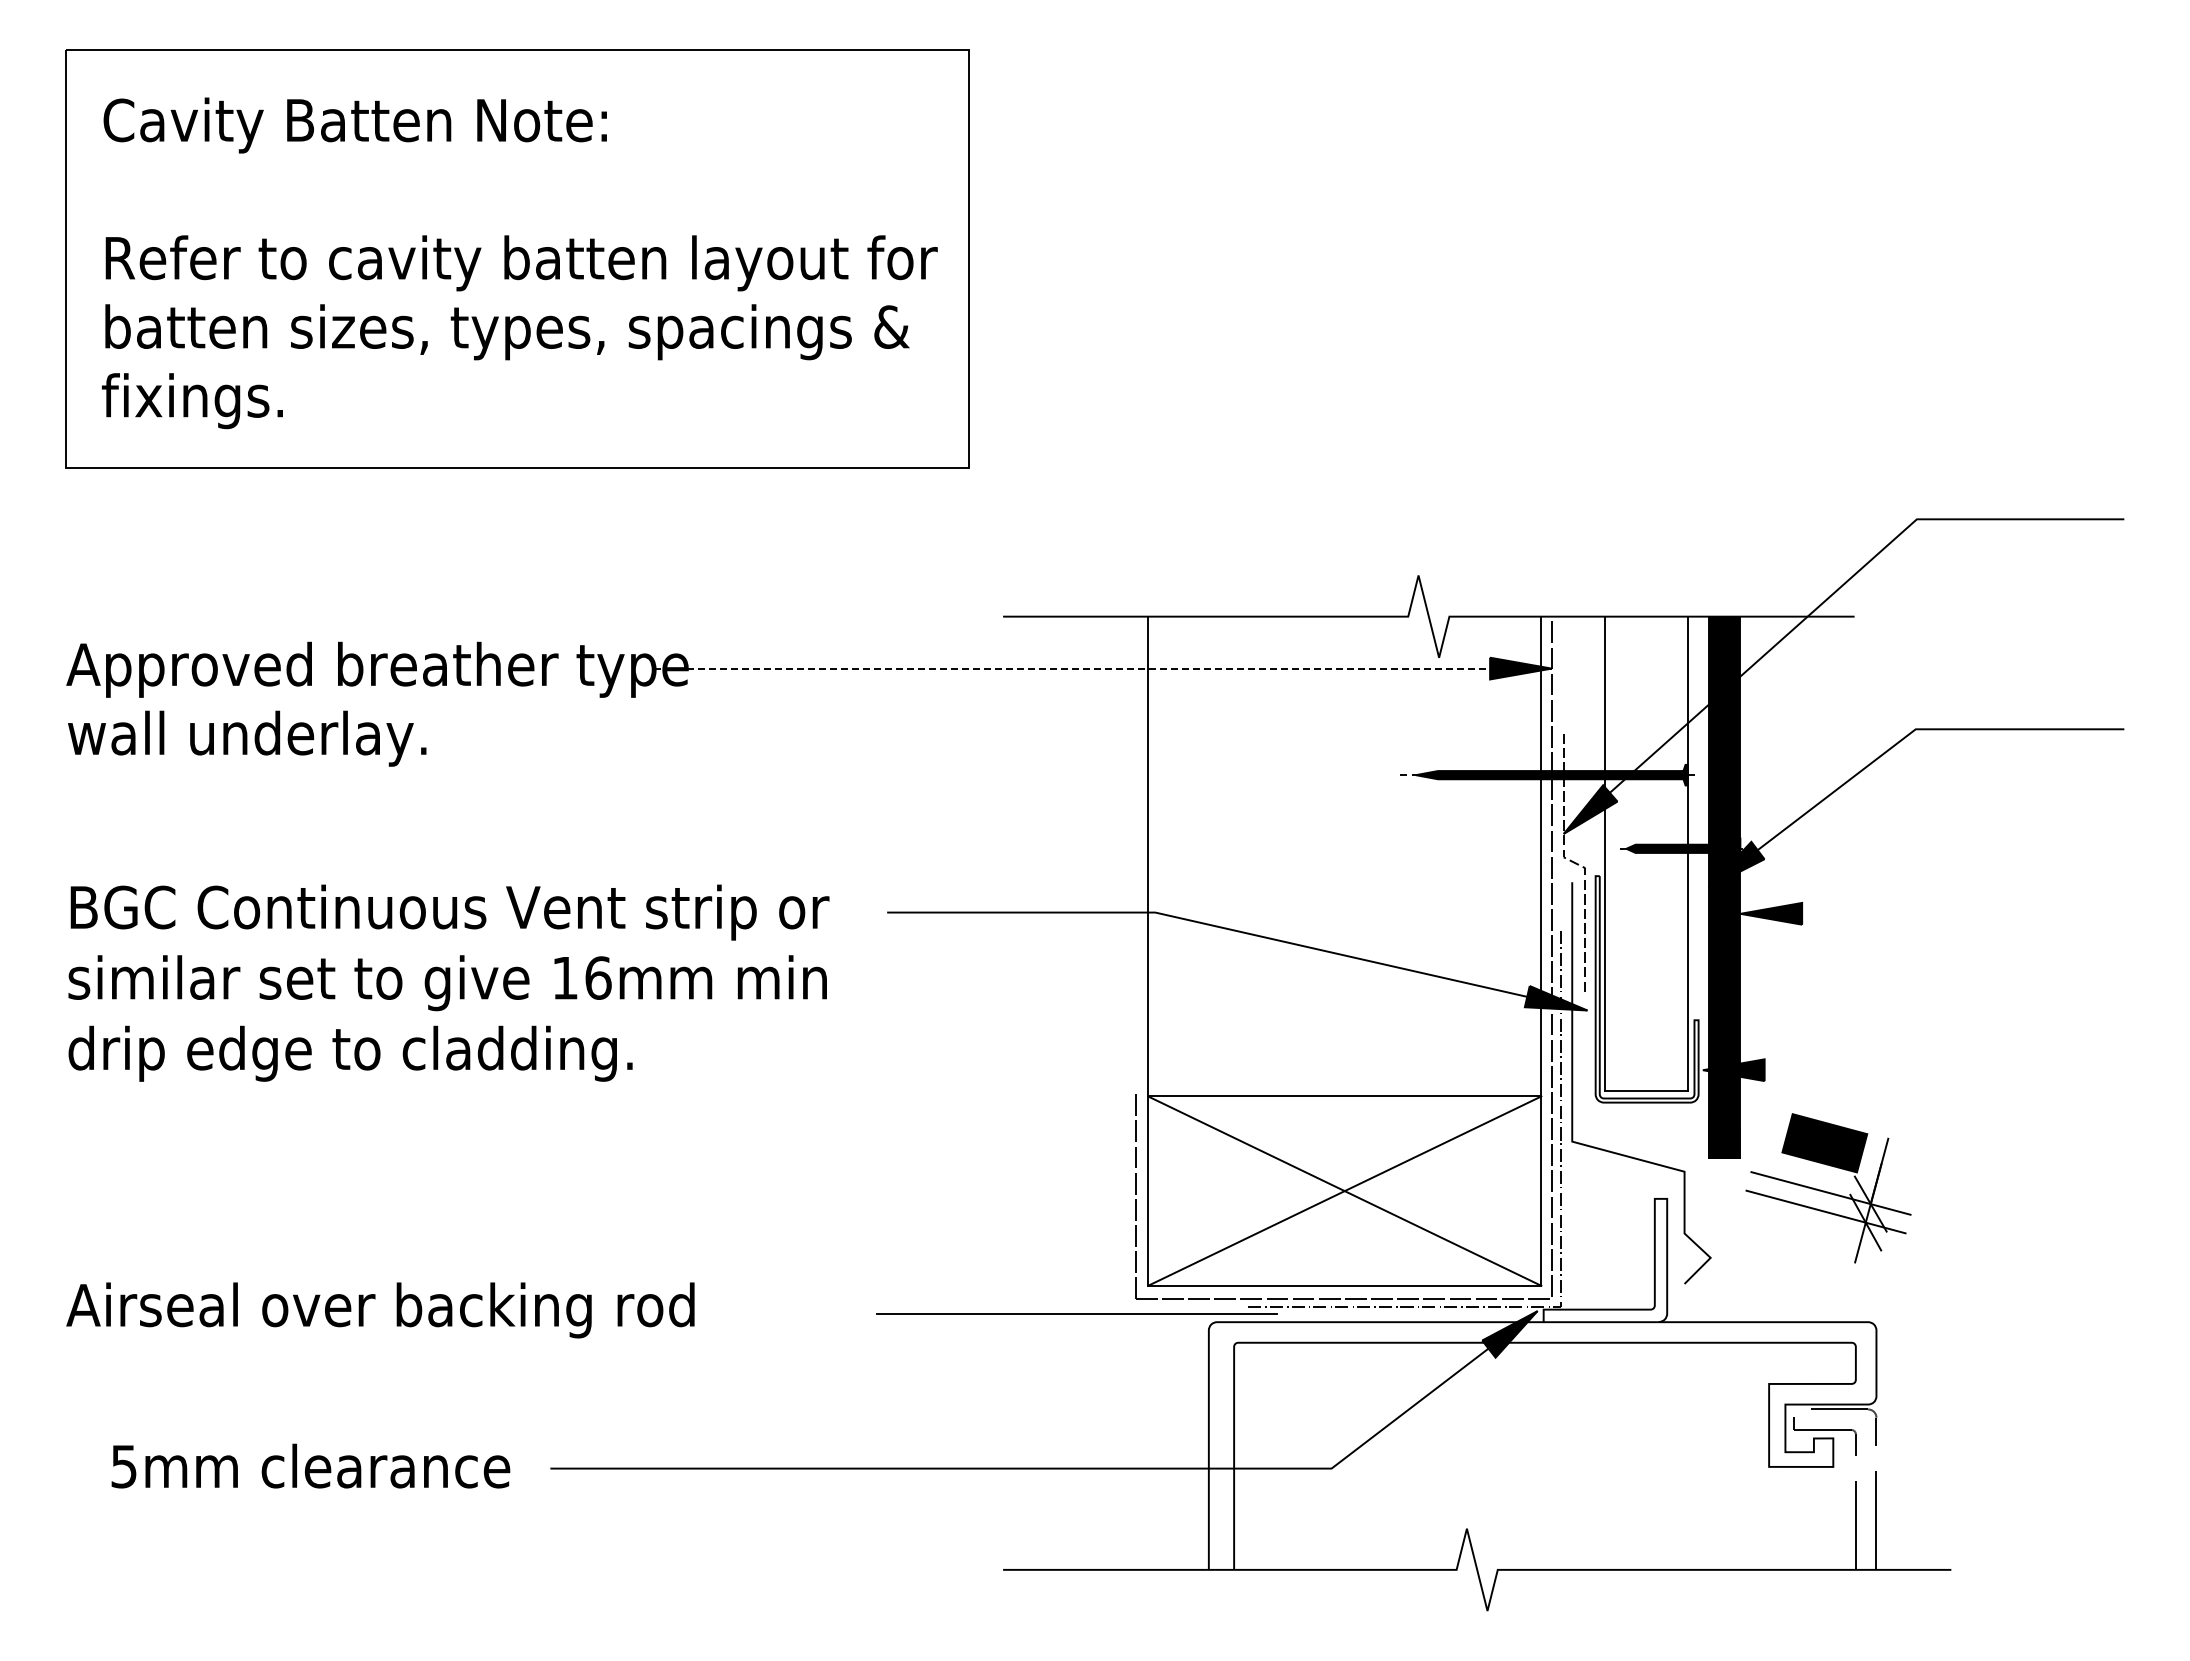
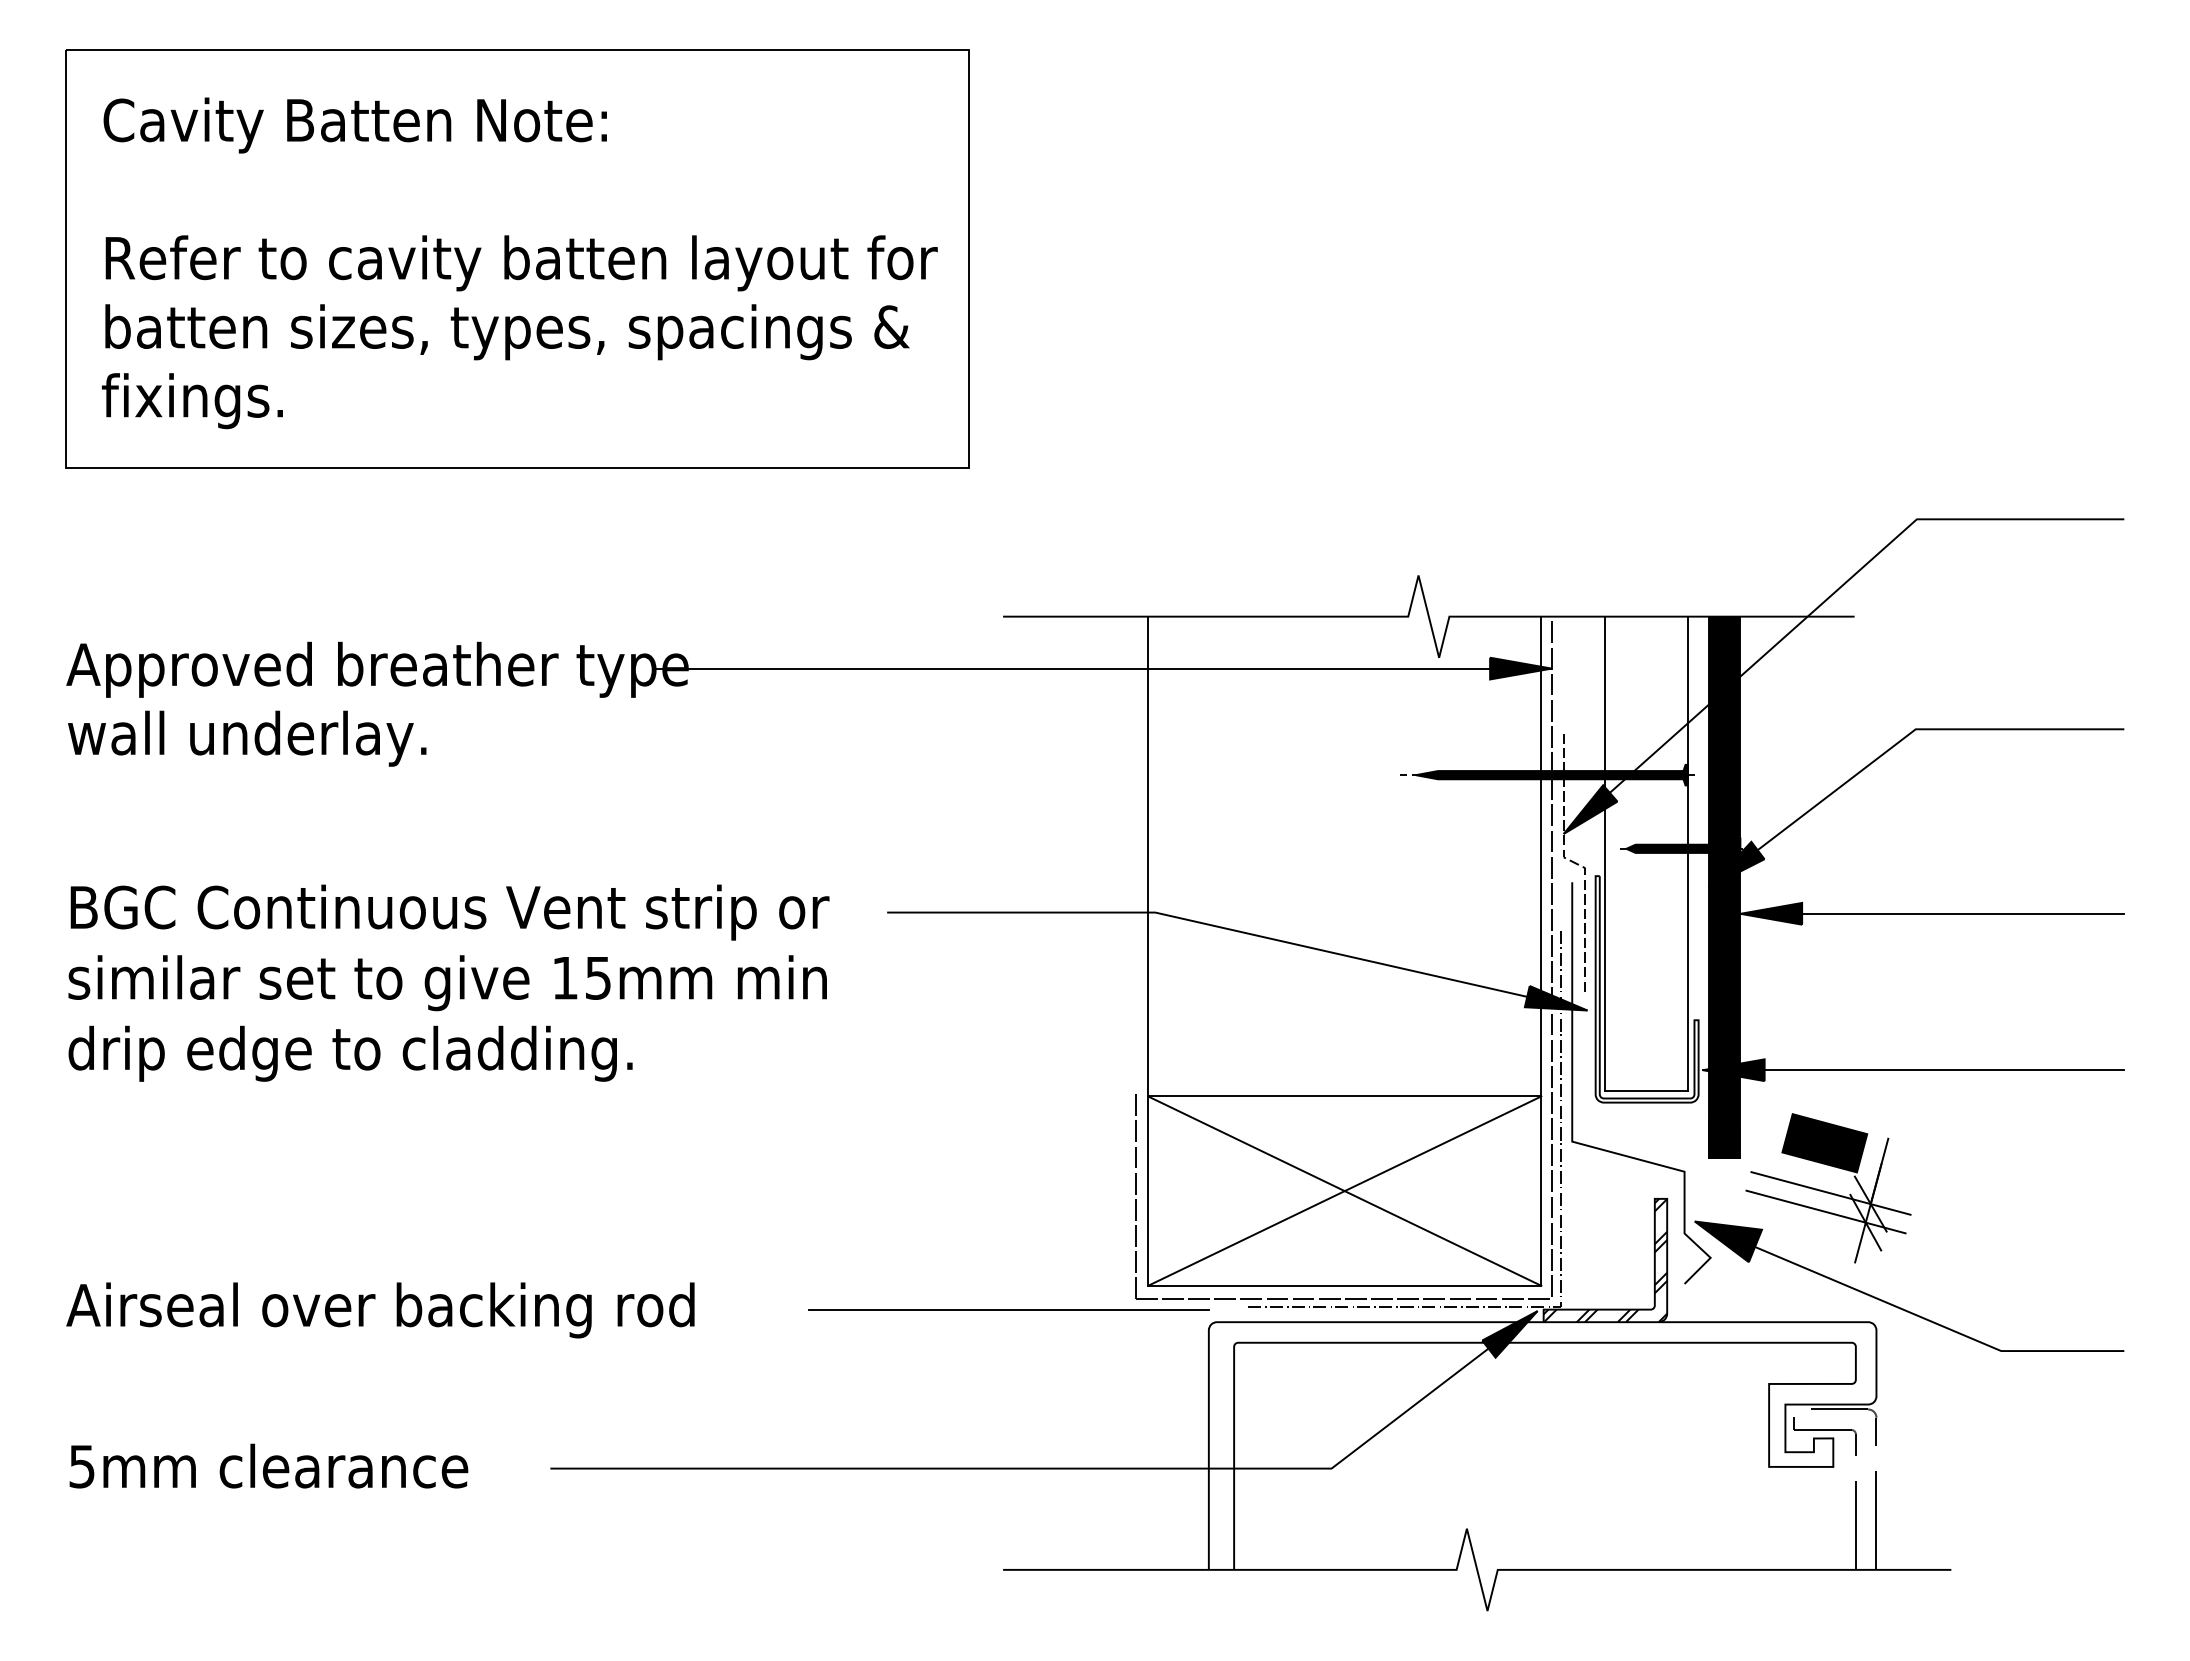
line at (1103, 668): dashed -> solid
line at (1932, 913): none -> present
text at (598, 977): 16mm -> 15mm
line at (1913, 1070): none -> present
hatch at (1605, 1260): none -> present
part at (1901, 1307): none -> present
line at (1076, 1313) position: (1076, 1313) -> (1008, 1309)
text at (310, 1465) position: (310, 1465) -> (268, 1465)
